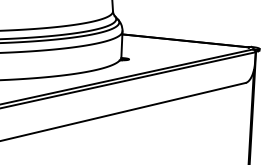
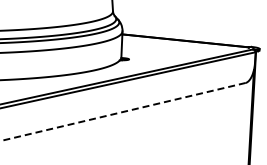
line at (123, 111): solid -> dashed
